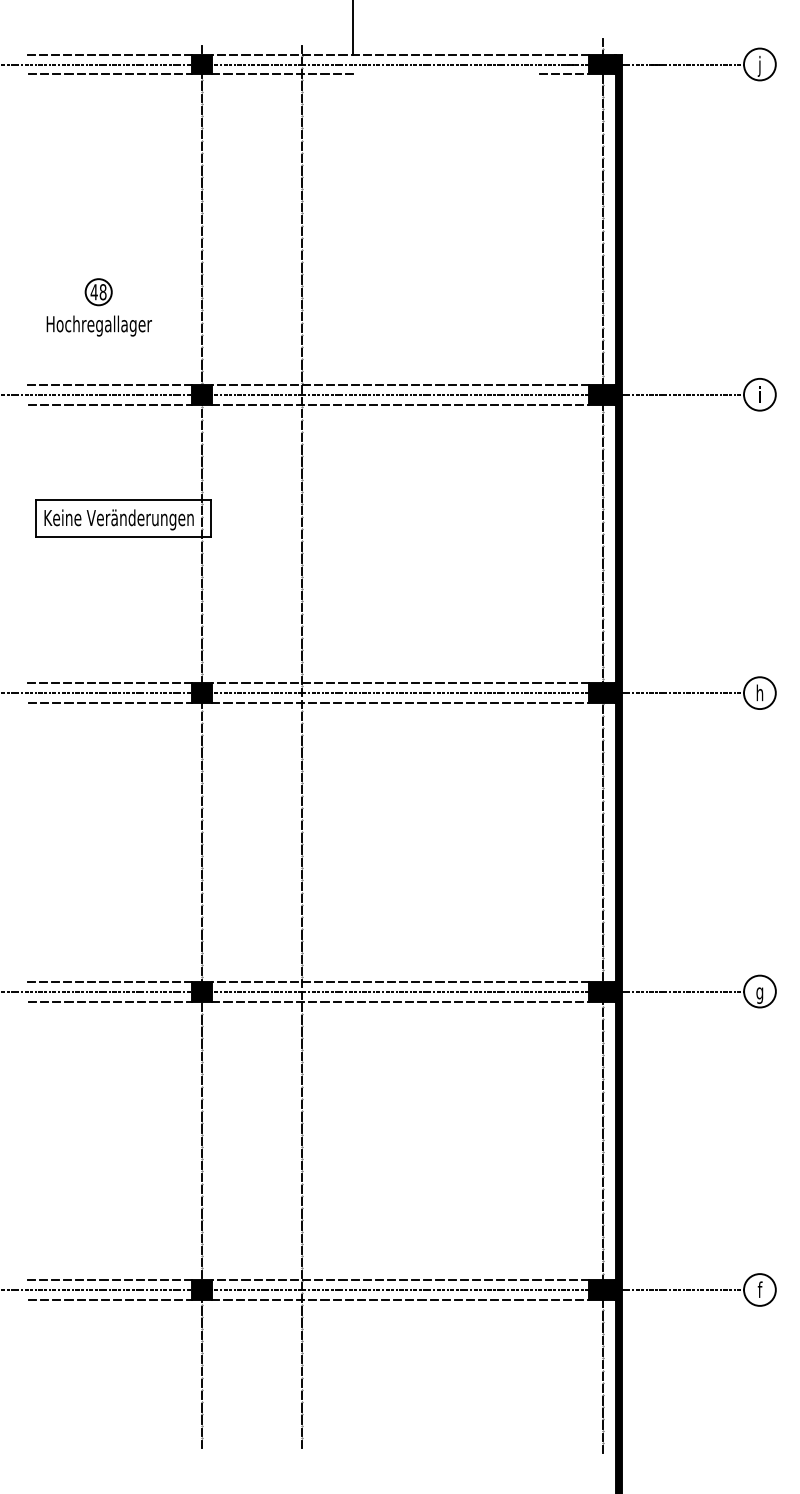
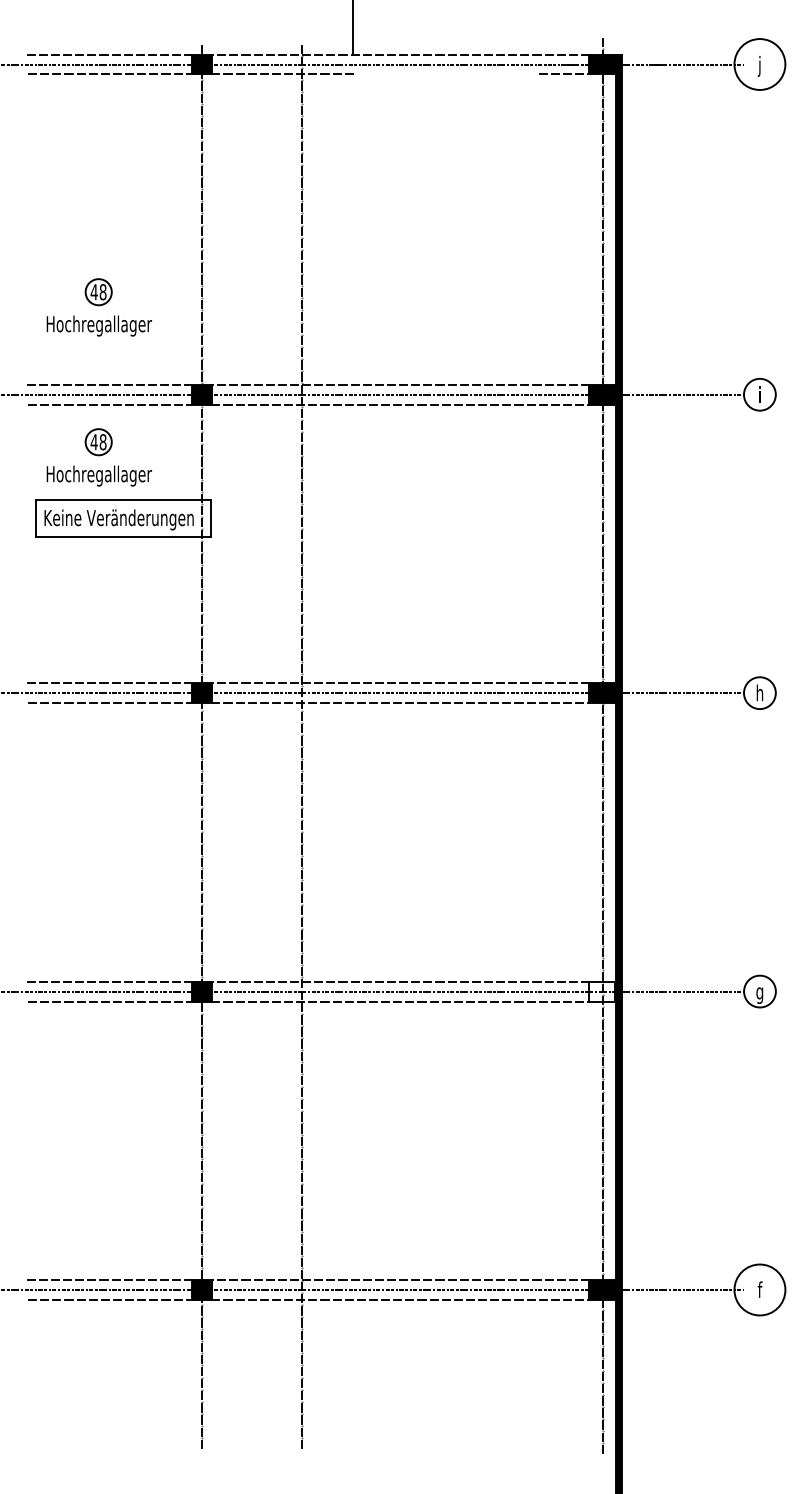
circle at (759, 64) diameter: 32 px -> 51 px
part at (98, 457): none -> present
fill at (601, 991): present -> none
circle at (759, 1289) diameter: 32 px -> 51 px
